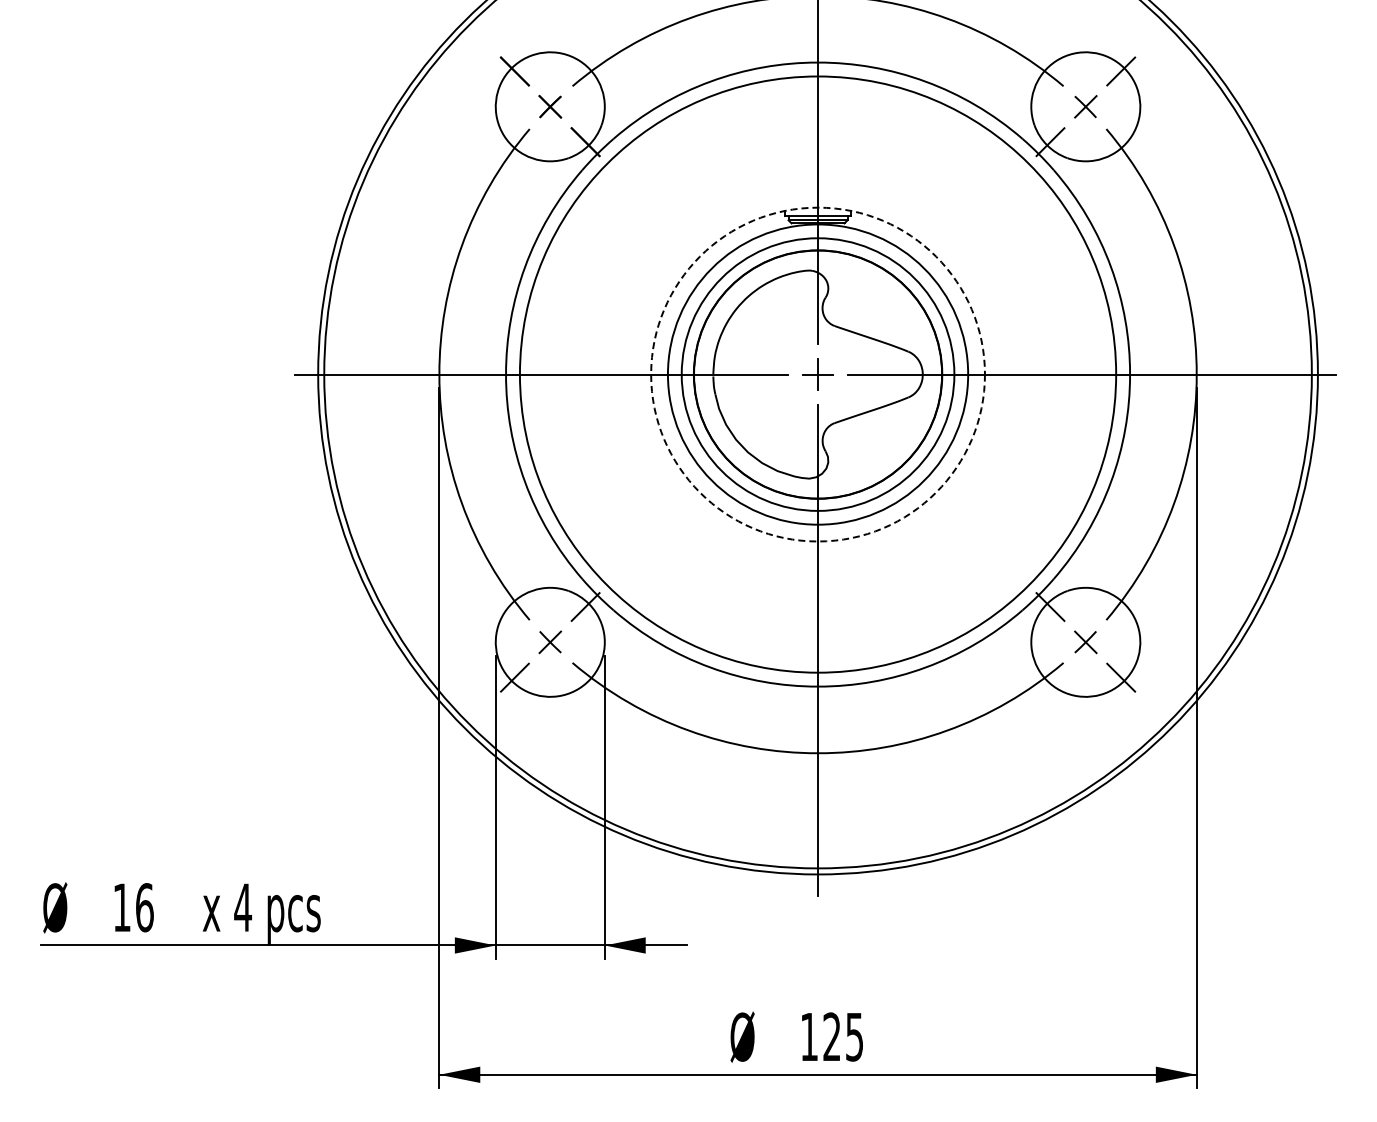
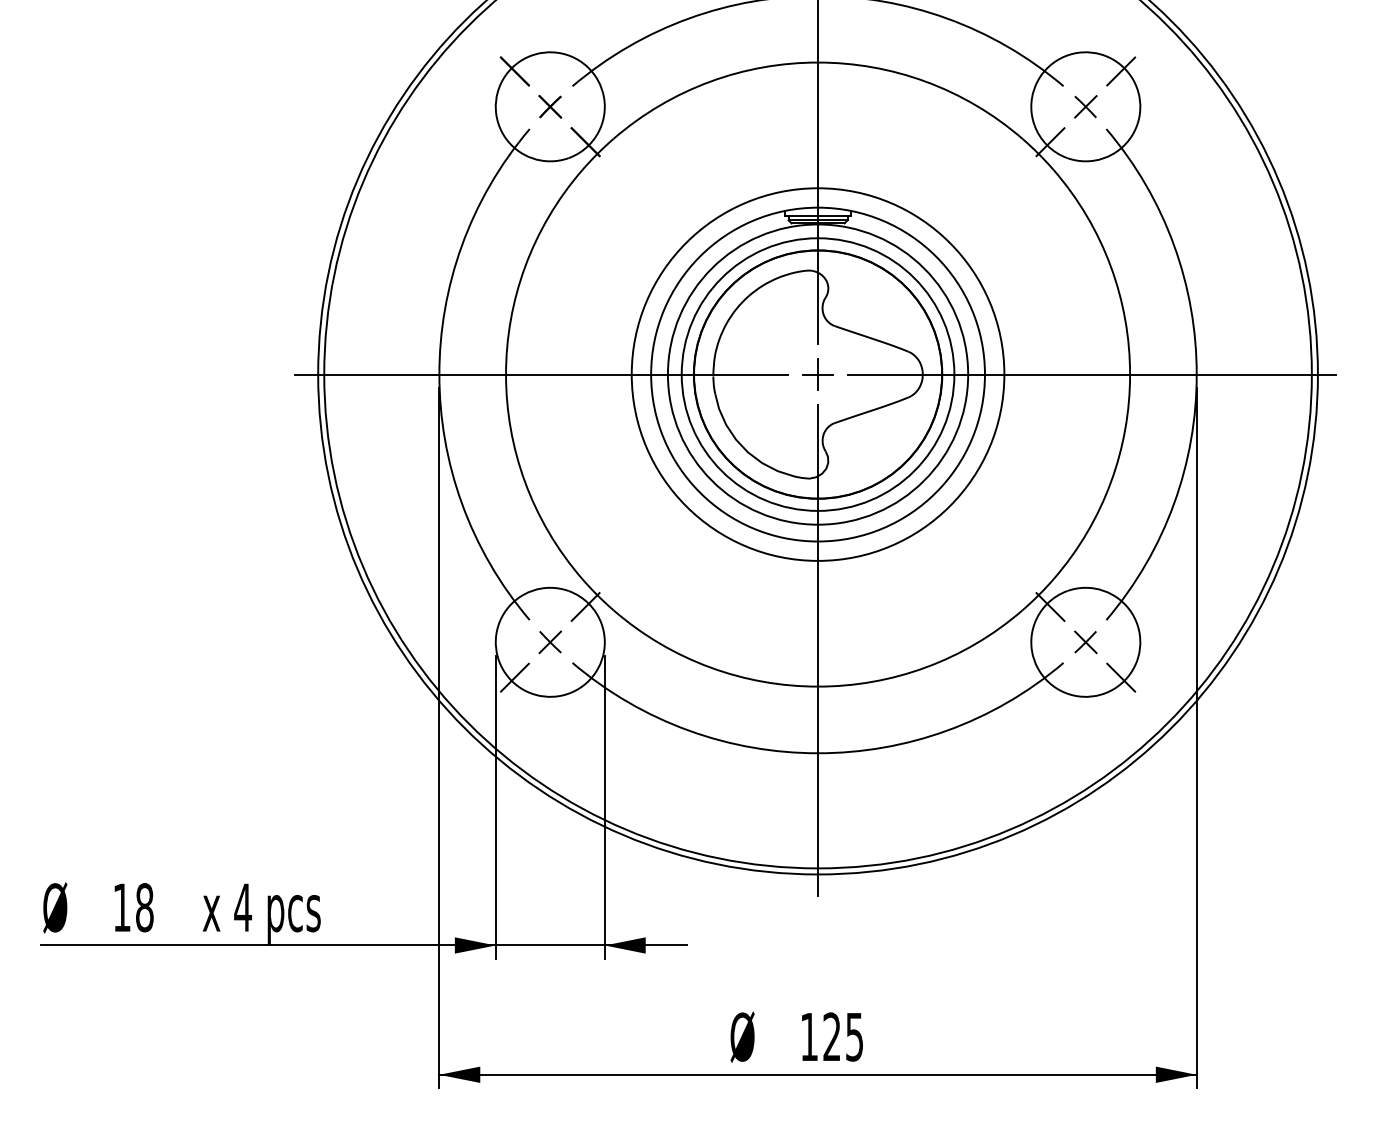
circle at (817, 374) diameter: 596 px -> 373 px
circle at (817, 374): dashed -> solid
text at (144, 907): 16 -> 18
